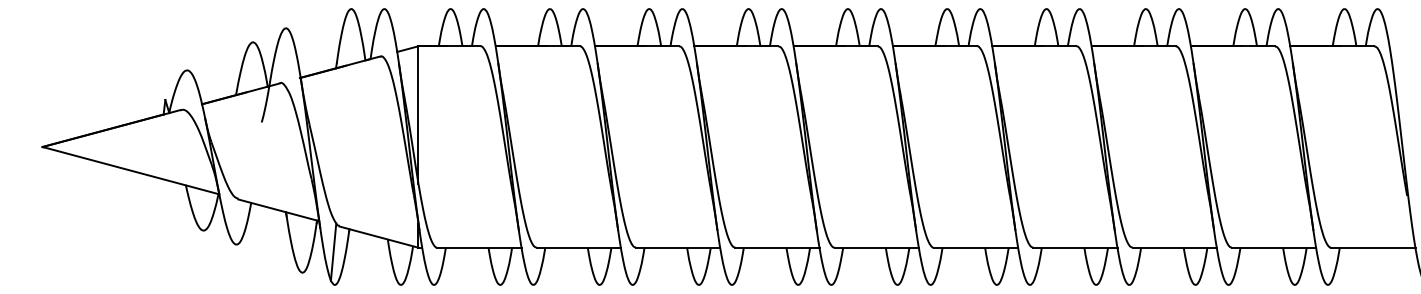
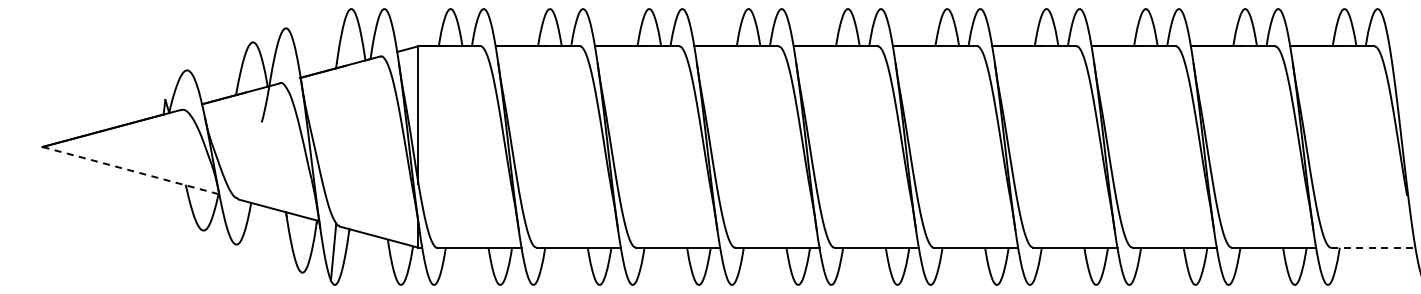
line at (131, 170): solid -> dashed
line at (1373, 247): solid -> dashed
